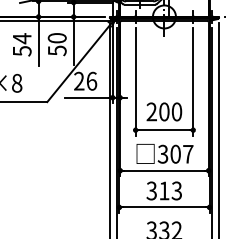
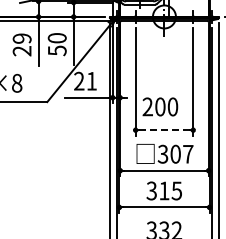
text at (21, 44): 54 -> 29
text at (92, 80): 26 -> 21
text at (164, 111) position: (164, 111) -> (160, 106)
line at (163, 130): solid -> dashed
text at (176, 190): 313 -> 315
